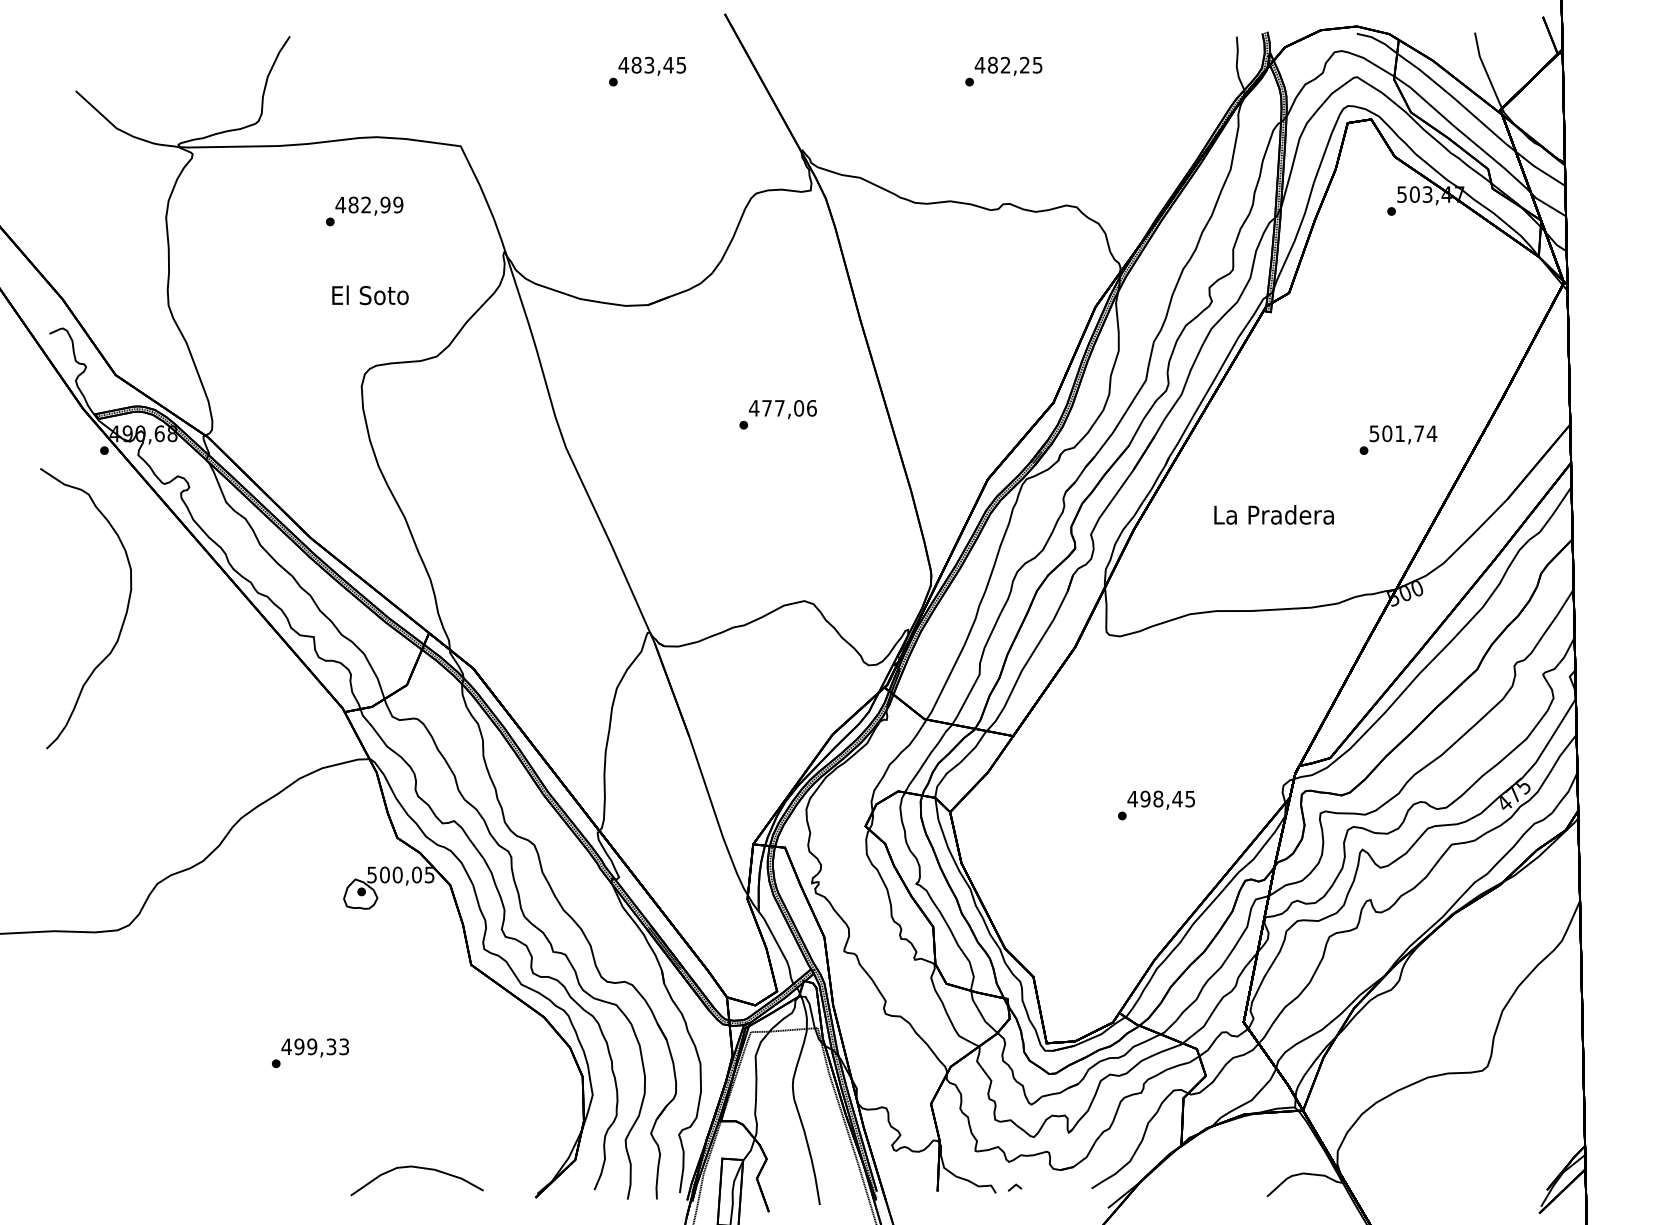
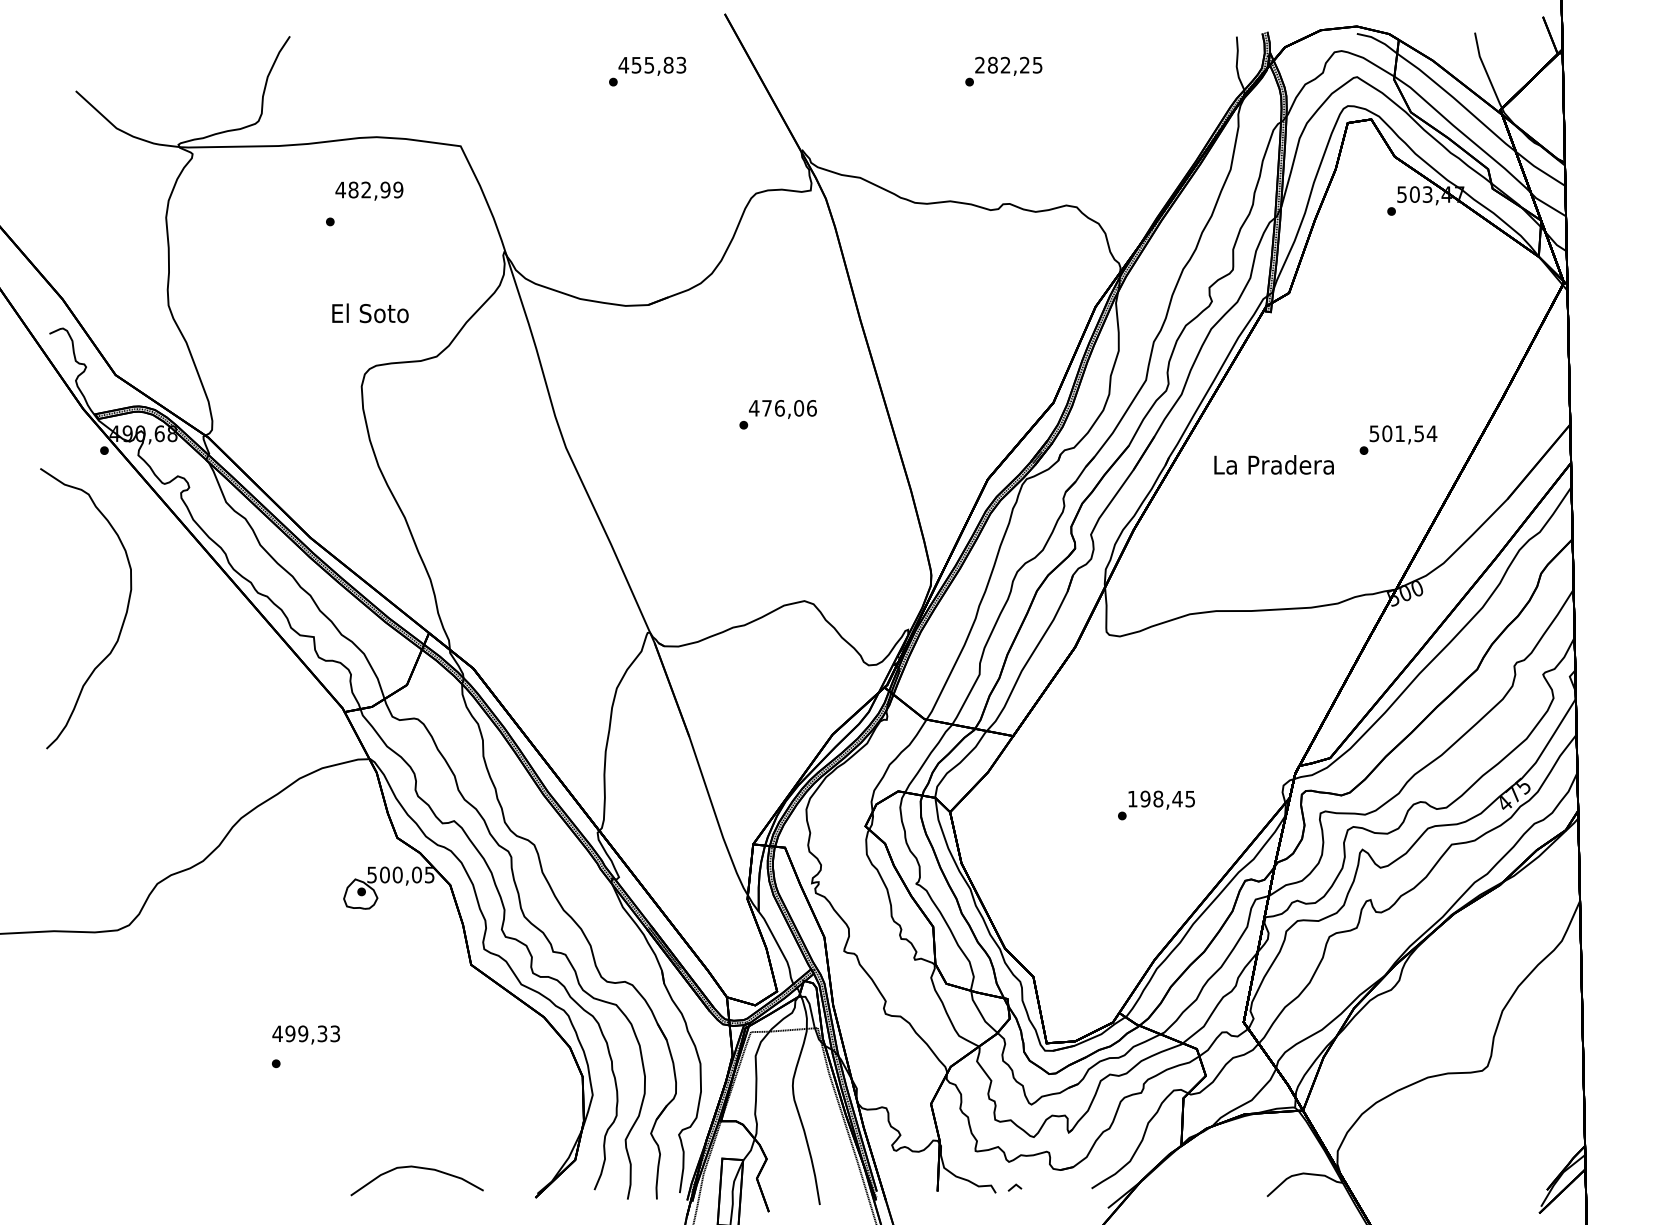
text at (658, 64): 483,45 -> 455,83
text at (979, 64): 482,25 -> 282,25
text at (369, 205) position: (369, 205) -> (369, 190)
text at (370, 295) position: (370, 295) -> (370, 313)
text at (779, 408): 477,06 -> 476,06
text at (1418, 433): 501,74 -> 501,54
text at (1273, 514) position: (1273, 514) -> (1273, 464)
text at (1132, 799): 498,45 -> 198,45
text at (314, 1047) position: (314, 1047) -> (305, 1034)
